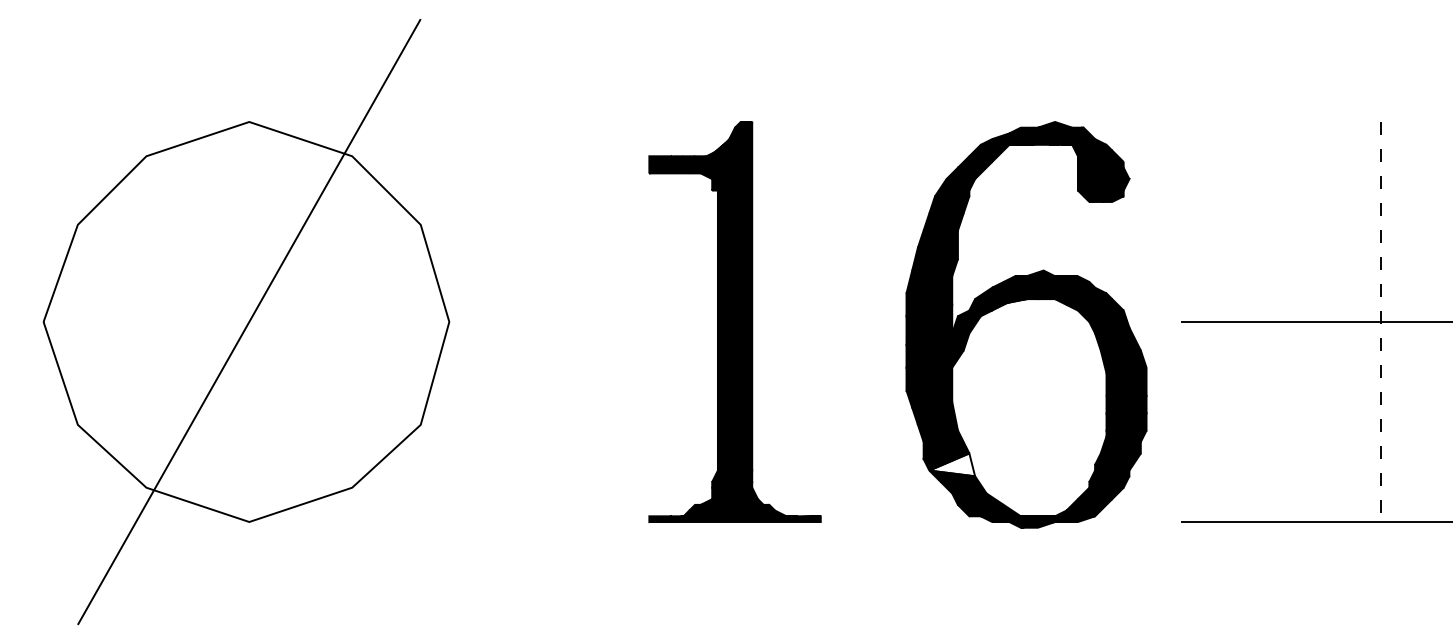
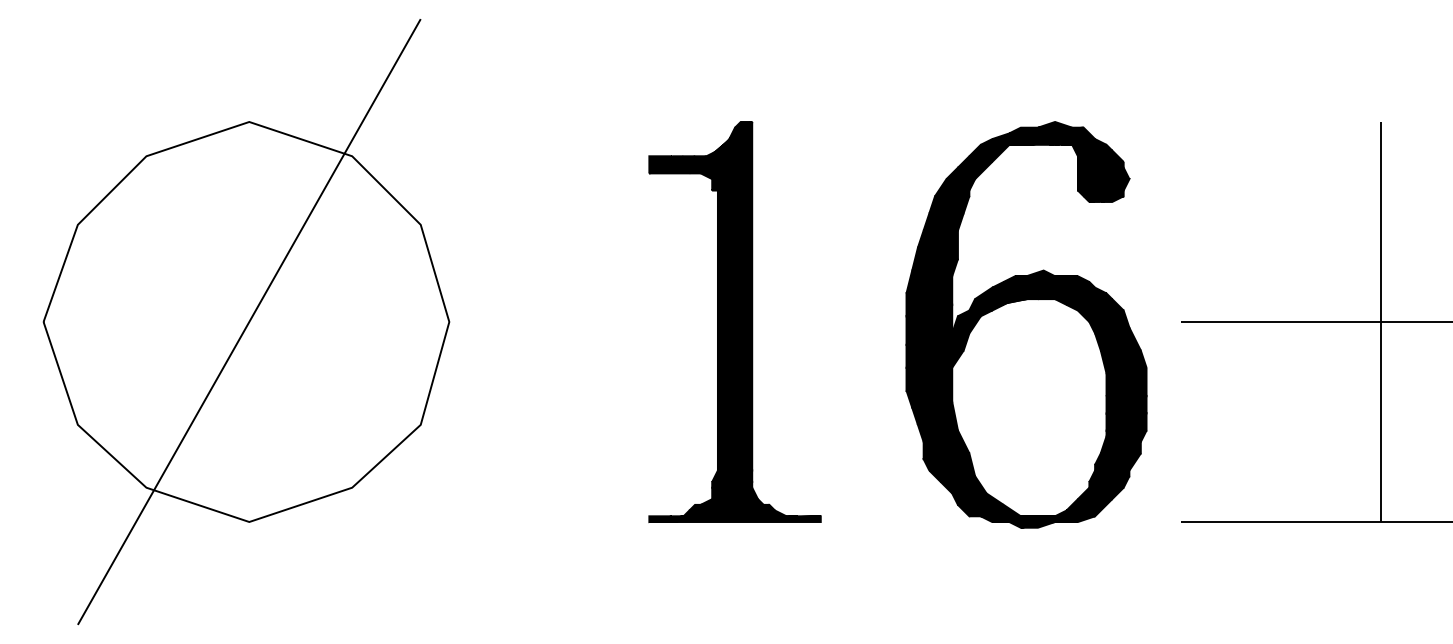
line at (1380, 322): dashed -> solid
fill at (952, 464): none -> present
